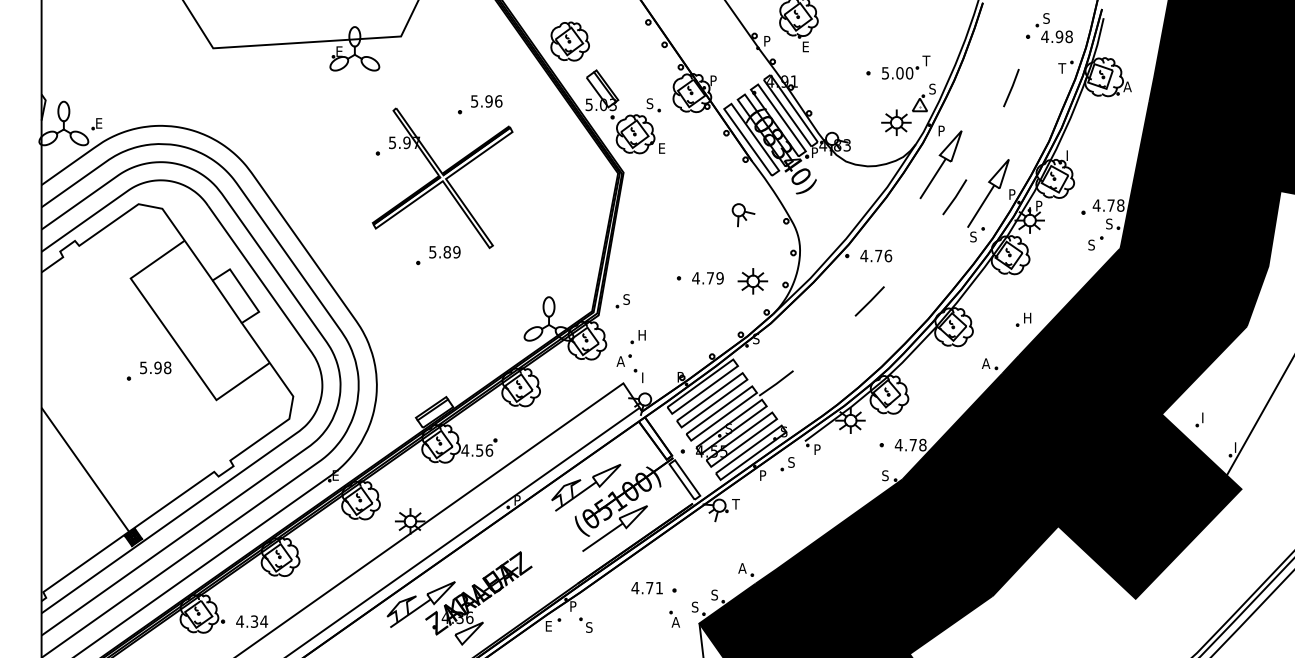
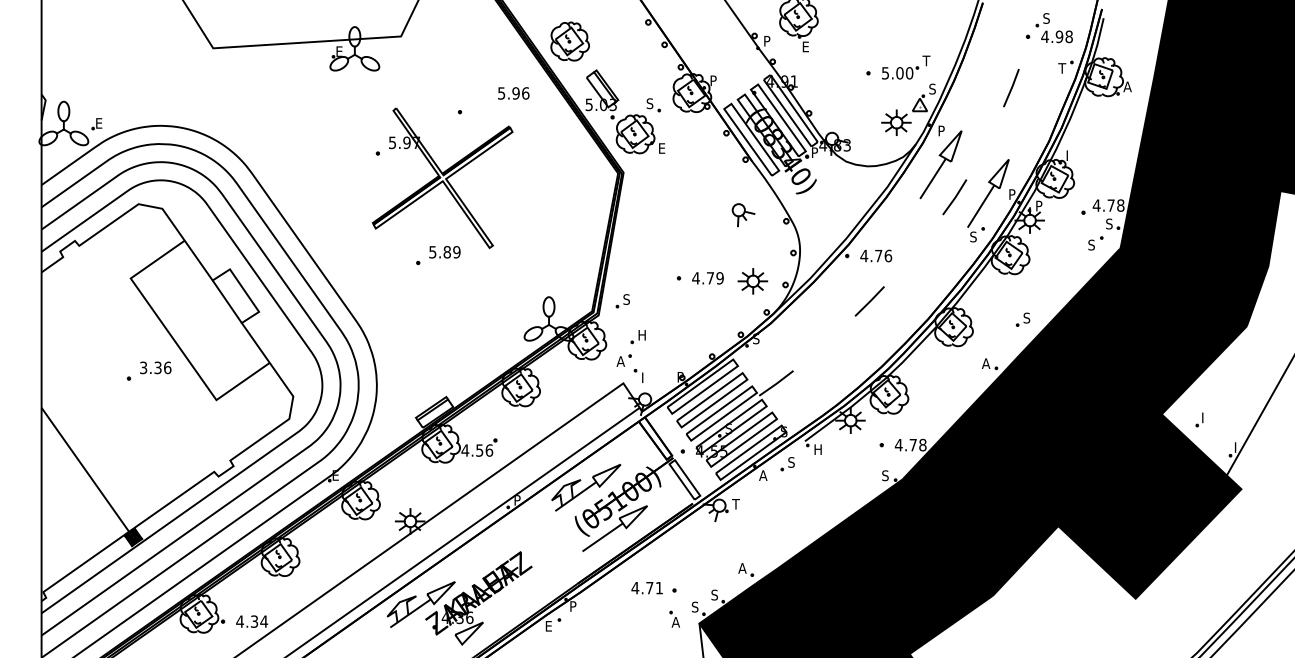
text at (486, 101) position: (486, 101) -> (513, 93)
text at (1027, 317): H -> S
text at (155, 367): 5.98 -> 3.36
text at (818, 449): P -> H
text at (763, 475): P -> A
part at (585, 624): present -> none
